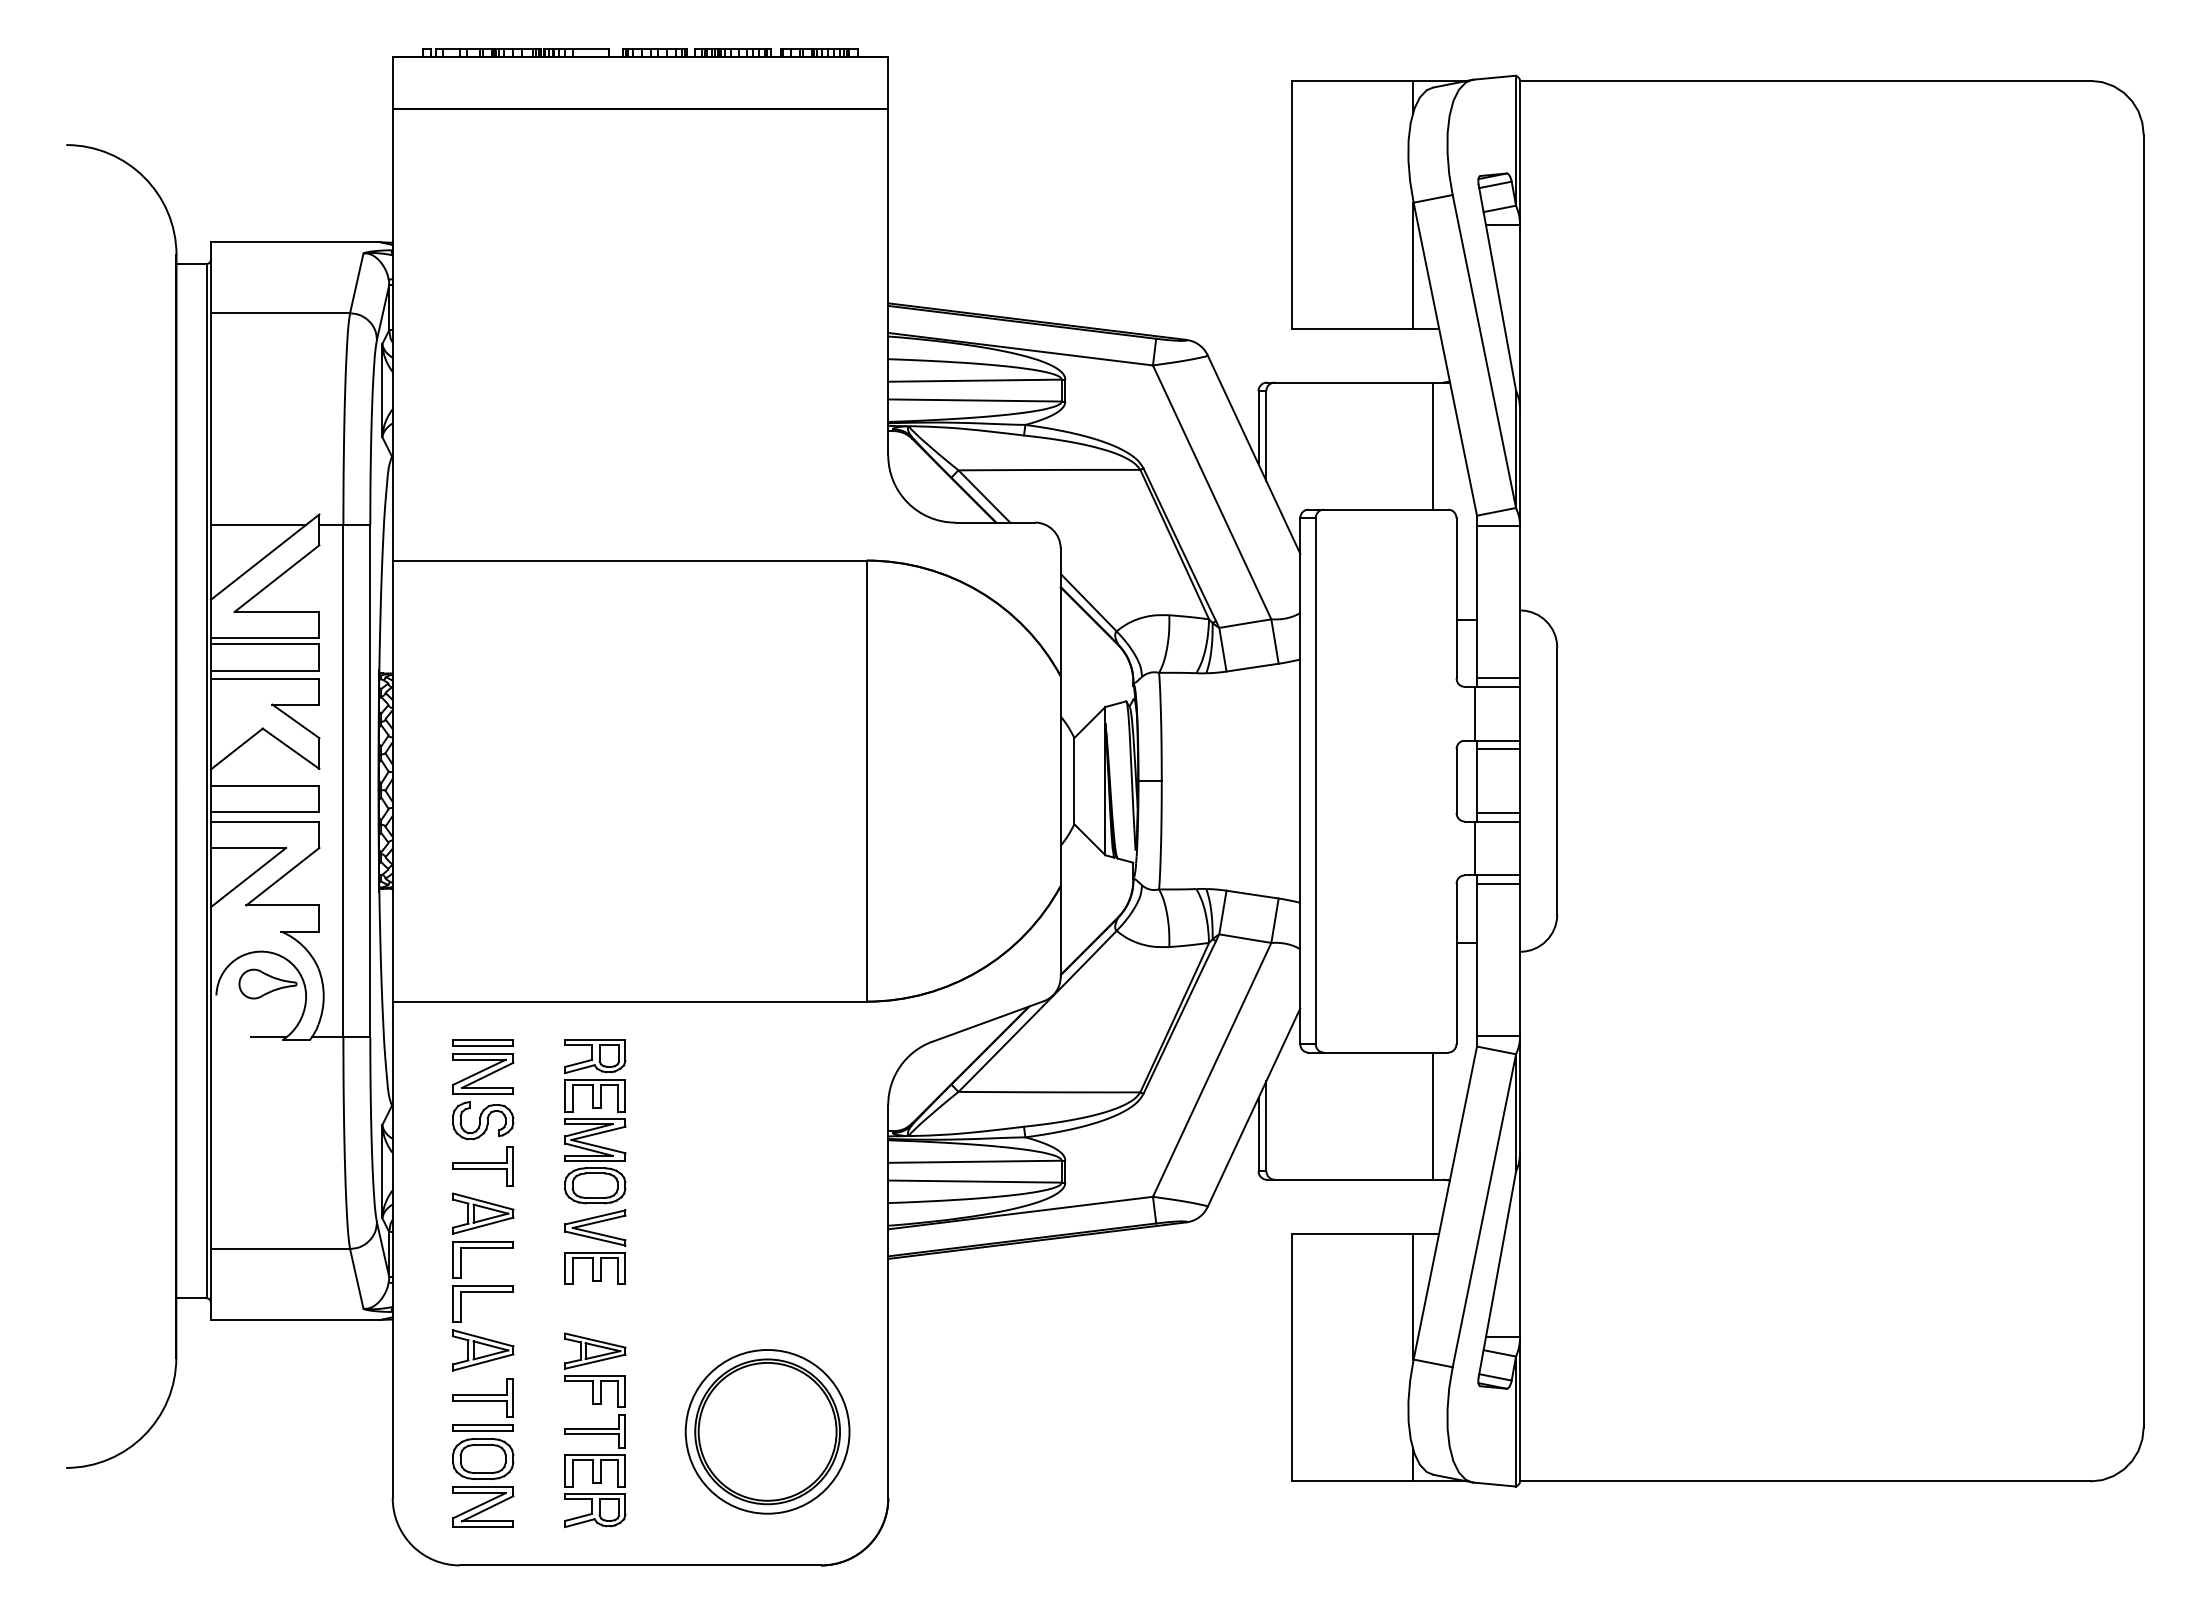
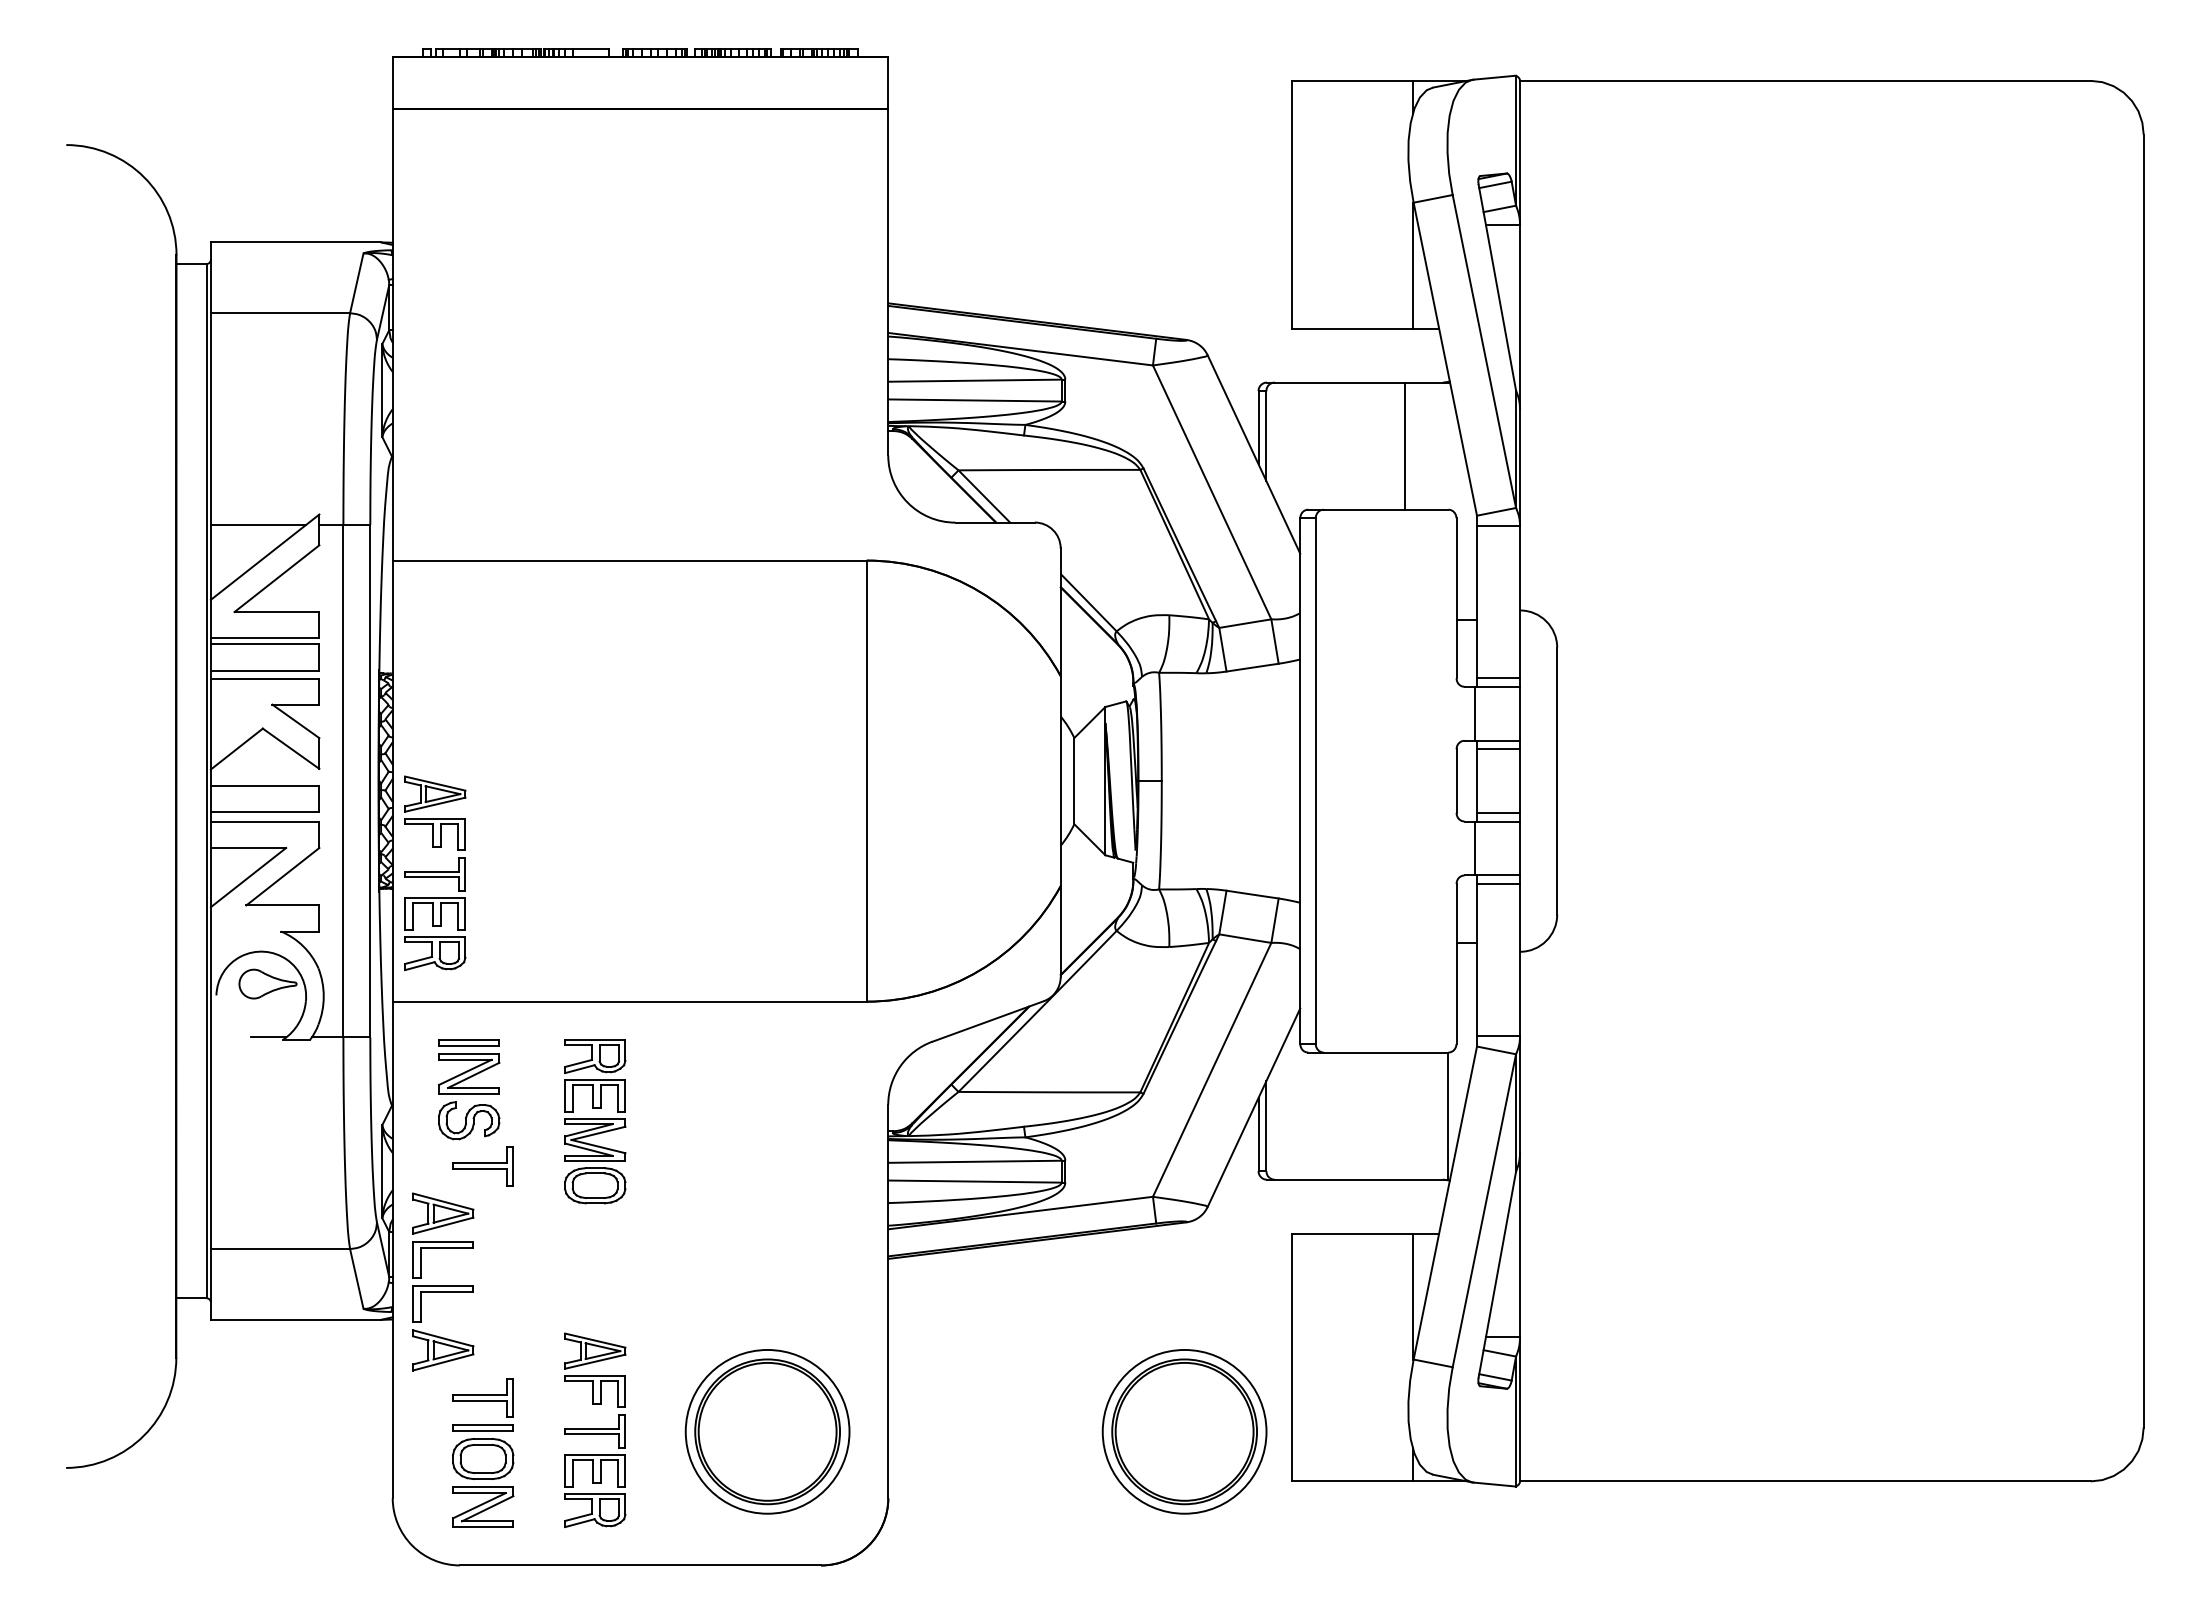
line at (1433, 445) position: (1433, 445) -> (1405, 445)
part at (435, 873): none -> present
part at (483, 1089) position: (483, 1089) -> (469, 1089)
line at (1433, 1115) position: (1433, 1115) -> (1448, 1115)
part at (595, 1246): present -> none
part at (483, 1281) position: (483, 1281) -> (443, 1281)
part at (1184, 1431): none -> present
